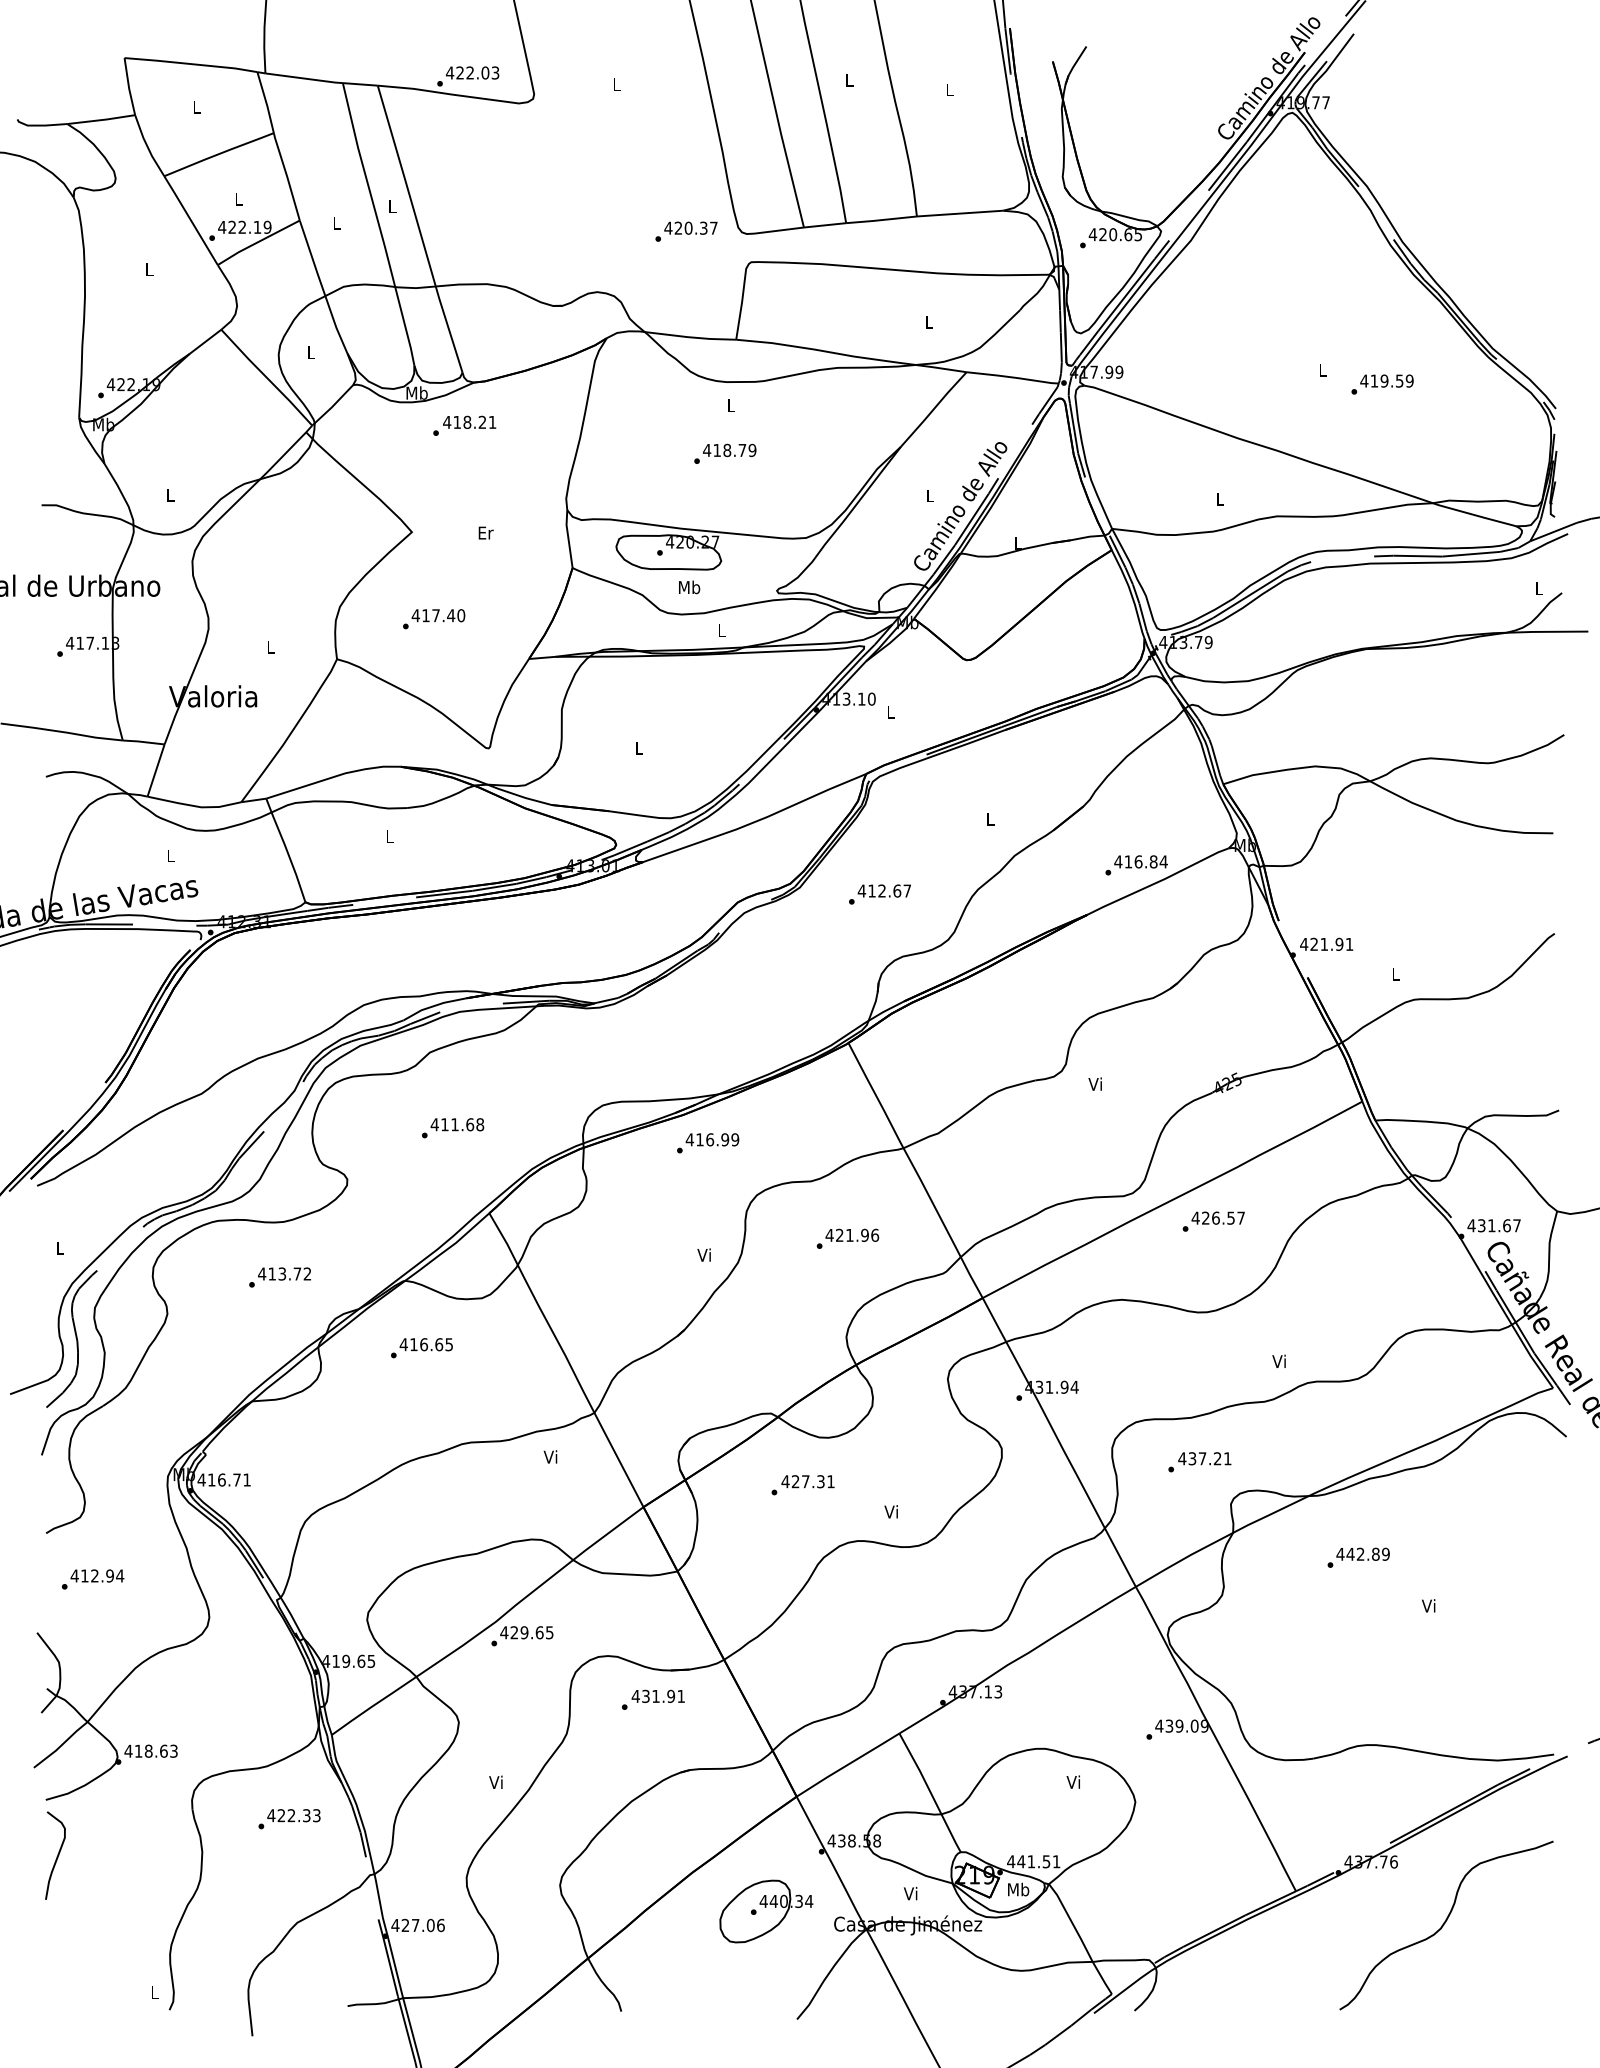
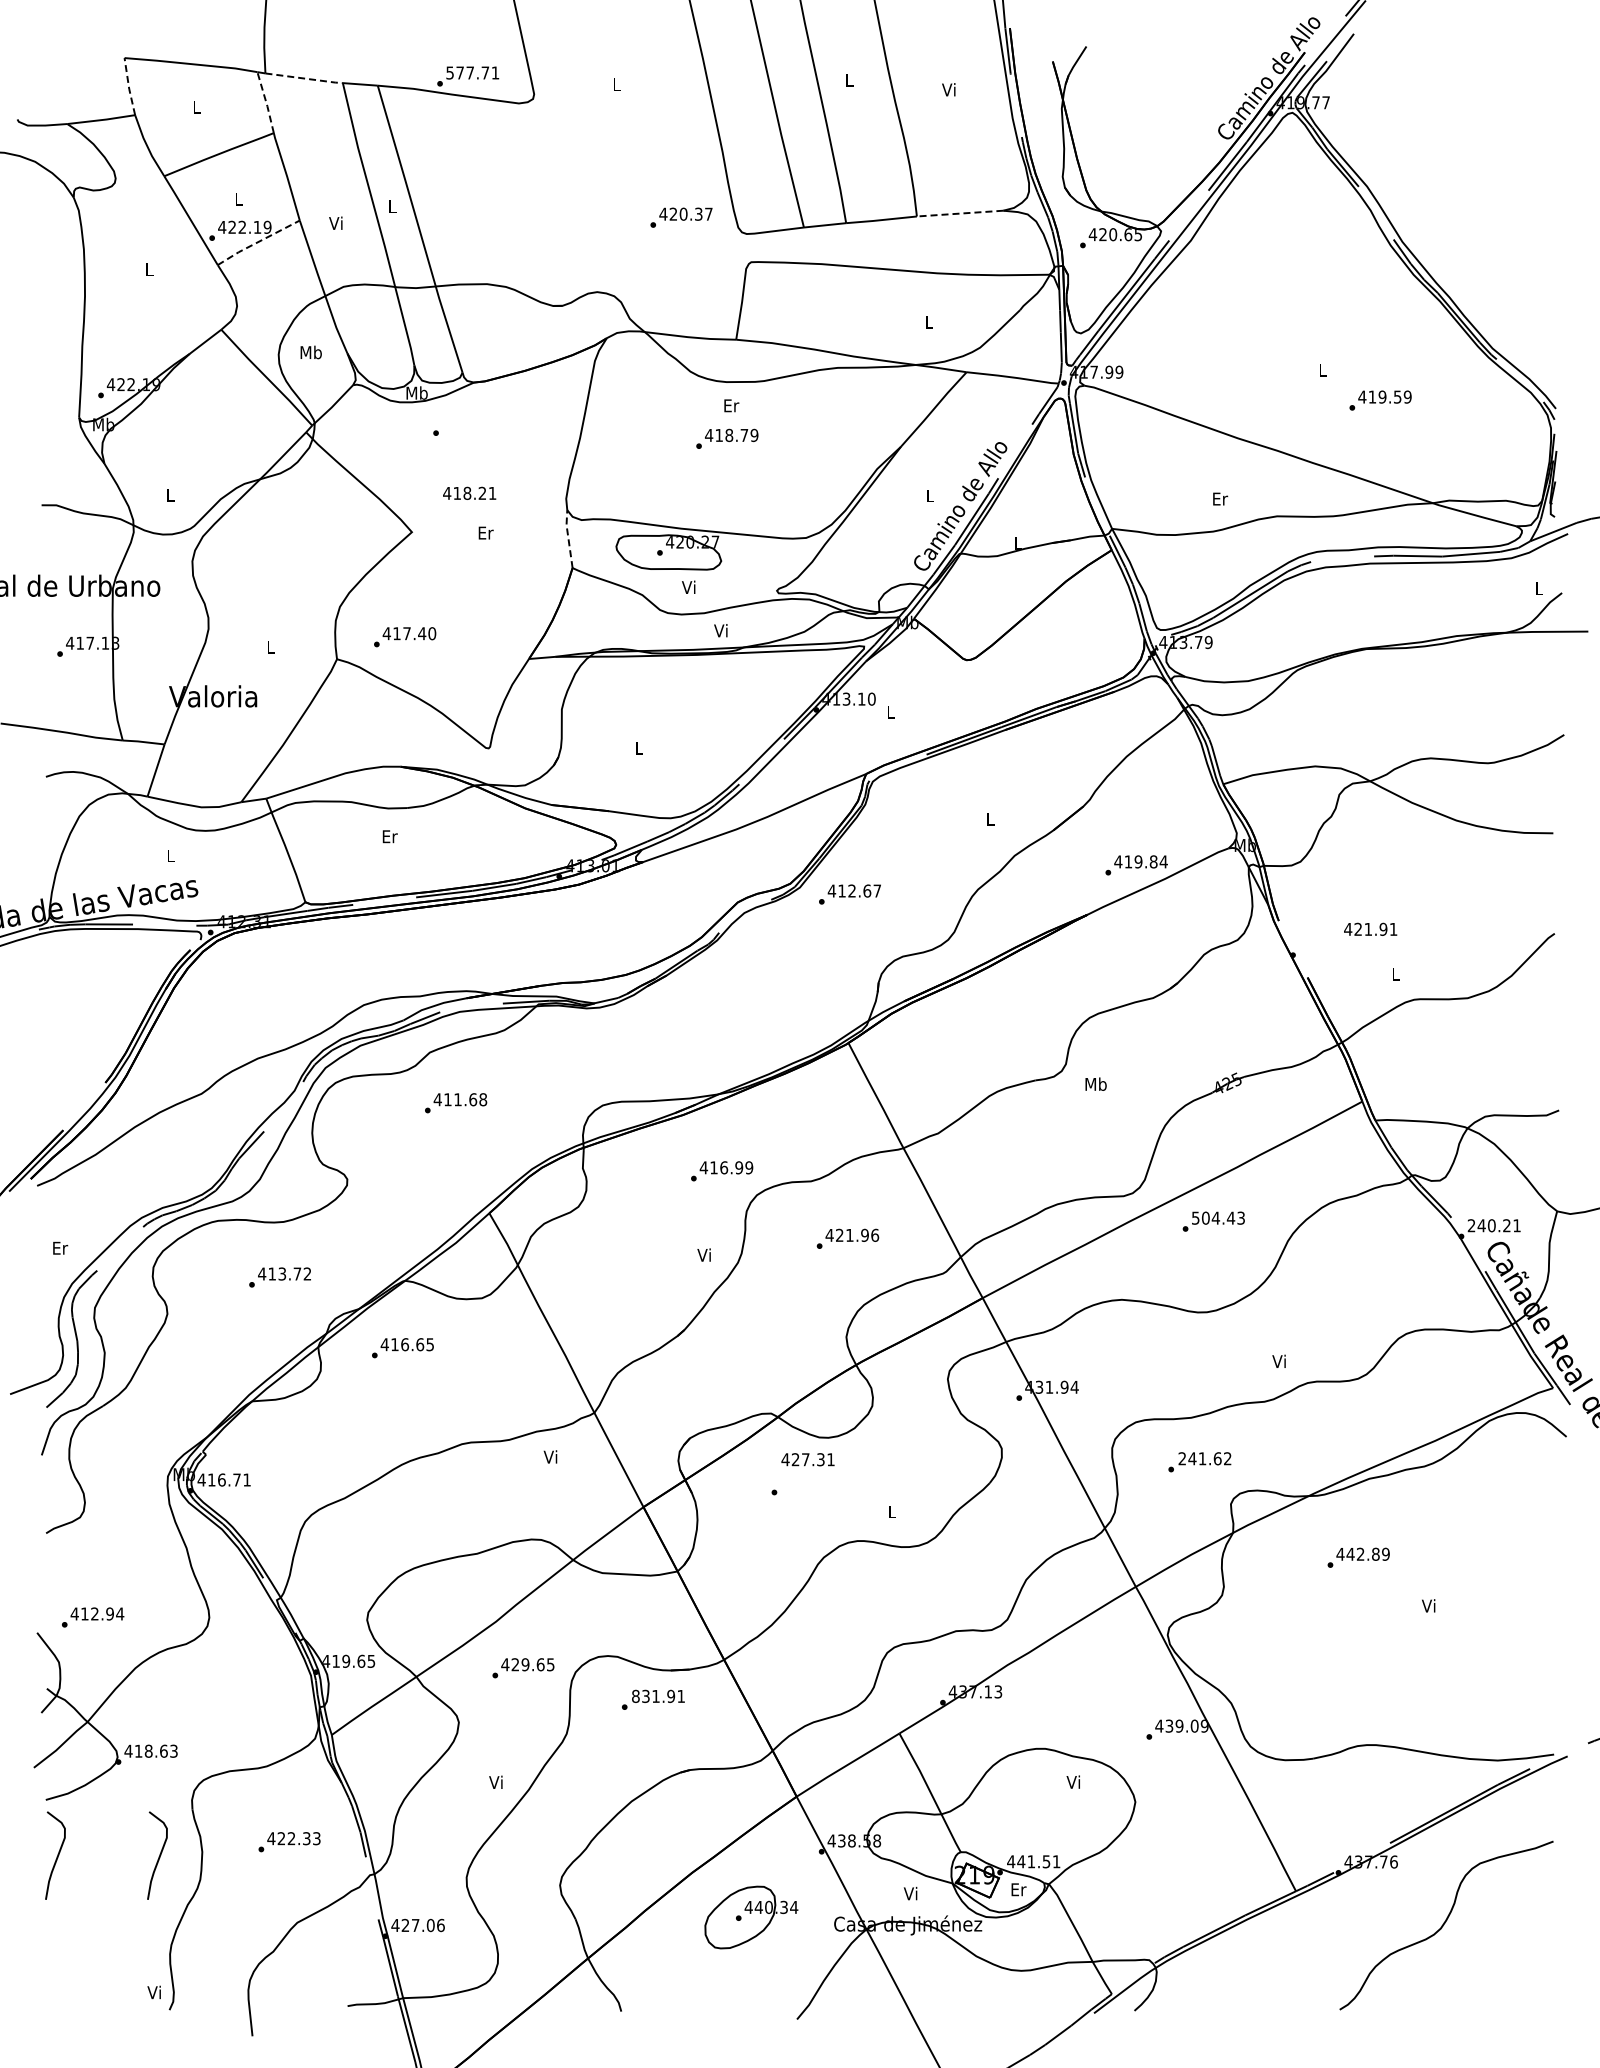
text at (472, 72): 422.03 -> 577.71
line at (304, 78): solid -> dashed
line at (128, 87): solid -> dashed
text at (948, 89): L -> Vi
line at (266, 102): solid -> dashed
line at (959, 213): solid -> dashed
text at (335, 222): L -> Vi
text at (686, 231) position: (686, 231) -> (681, 217)
line at (258, 242): solid -> dashed
text at (310, 352): L -> Mb
text at (1382, 384) position: (1382, 384) -> (1380, 400)
text at (731, 405): L -> Er
text at (469, 421) position: (469, 421) -> (469, 492)
text at (725, 453) position: (725, 453) -> (727, 438)
text at (1220, 498): L -> Er
line at (568, 538): solid -> dashed
text at (689, 587): Mb -> Vi
text at (434, 619) position: (434, 619) -> (405, 637)
text at (720, 630): L -> Vi
text at (389, 836): L -> Er
text at (1138, 861): 416.84 -> 419.84
text at (879, 894) position: (879, 894) -> (849, 894)
text at (1326, 943) position: (1326, 943) -> (1370, 928)
text at (1095, 1083): Vi -> Mb
text at (453, 1128) position: (453, 1128) -> (456, 1103)
text at (708, 1143) position: (708, 1143) -> (722, 1171)
text at (1217, 1217): 426.57 -> 504.43
text at (1493, 1225): 431.67 -> 240.21
text at (60, 1247): L -> Er
text at (421, 1348) position: (421, 1348) -> (402, 1348)
text at (1204, 1458): 437.21 -> 241.62
text at (807, 1481) position: (807, 1481) -> (807, 1459)
text at (890, 1511): Vi -> L
text at (93, 1579) position: (93, 1579) -> (93, 1617)
text at (522, 1636) position: (522, 1636) -> (523, 1668)
text at (635, 1695): 431.91 -> 831.91
text at (289, 1819) position: (289, 1819) -> (289, 1842)
curve at (158, 1856): none -> present
text at (1018, 1889): Mb -> Er
part at (766, 1911) position: (766, 1911) -> (751, 1917)
text at (153, 1992): L -> Vi
